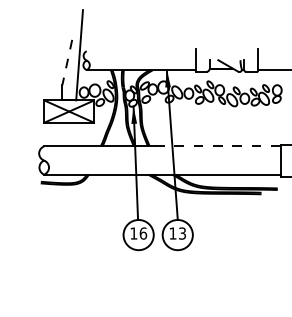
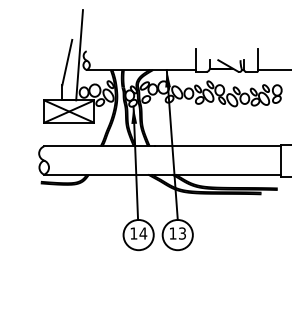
line at (67, 63): dashed -> solid
line at (218, 146): dashed -> solid
text at (142, 233): 16 -> 14
